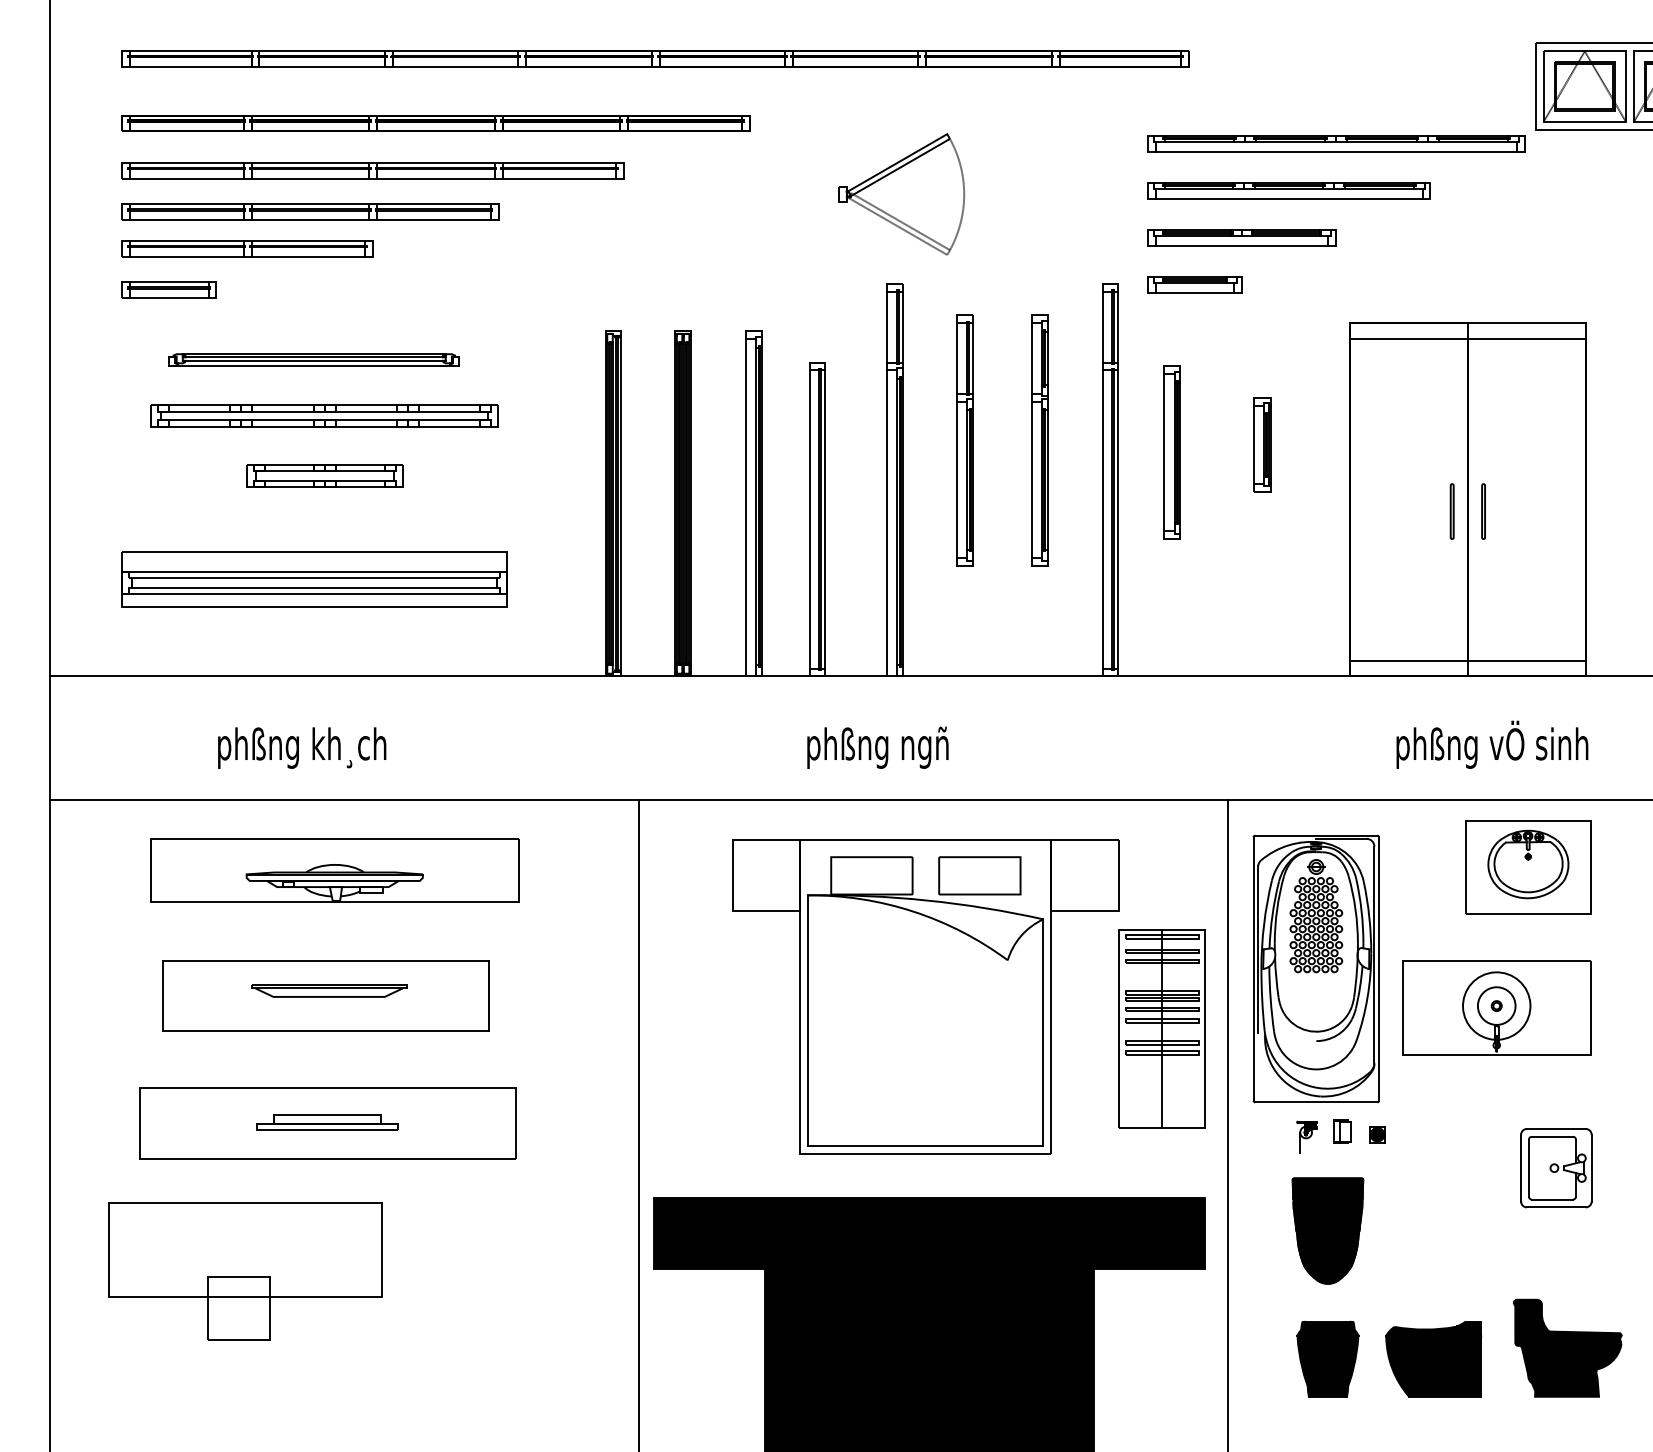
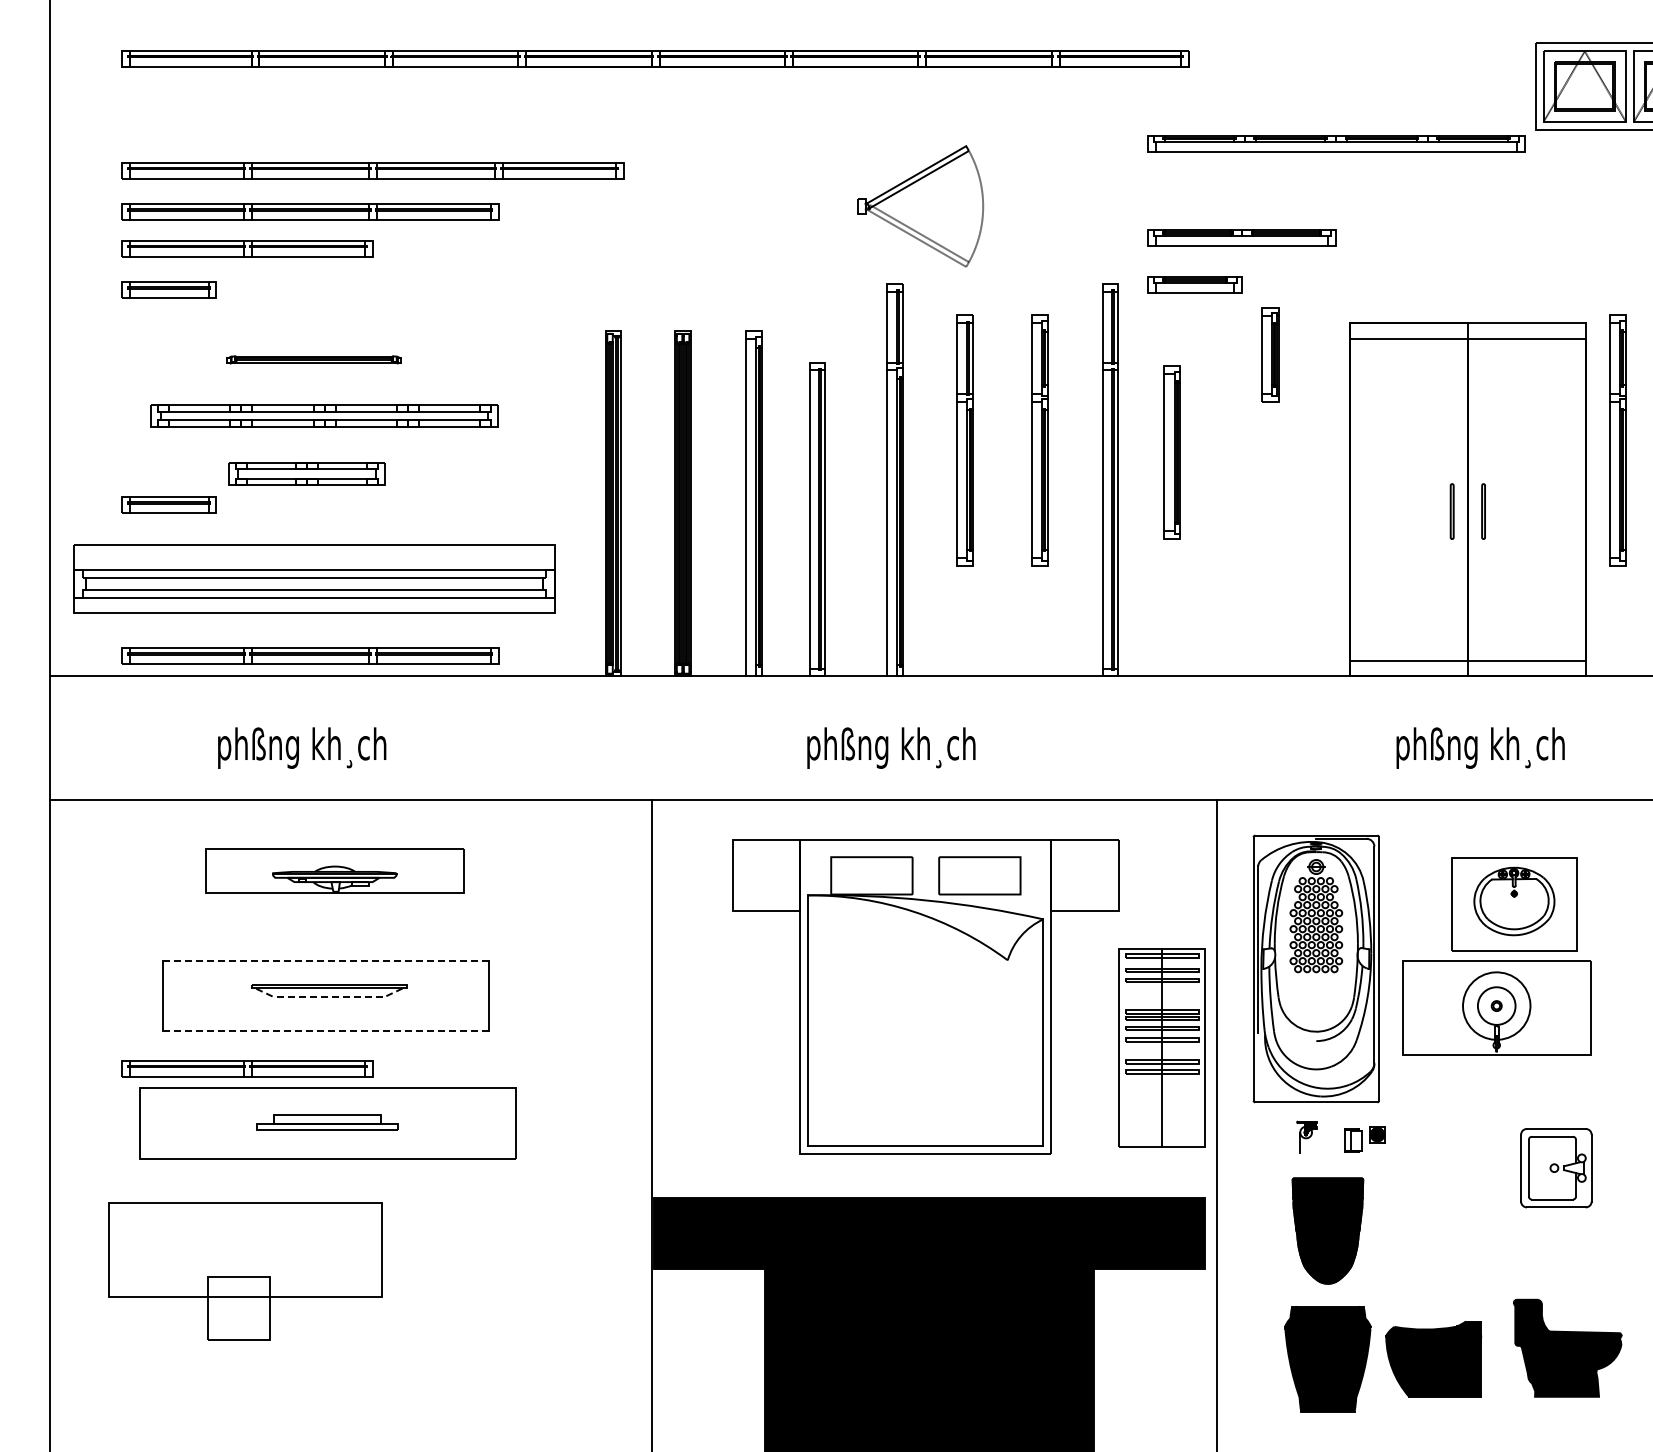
part at (435, 123): present -> none
part at (1288, 190): present -> none
part at (901, 194) position: (901, 194) -> (920, 206)
part at (313, 359) size: 292x14 px -> 176x10 px
part at (1617, 440): none -> present
part at (1262, 444) position: (1262, 444) -> (1270, 354)
part at (324, 475) position: (324, 475) -> (306, 473)
part at (168, 504): none -> present
part at (314, 579) size: 387x57 px -> 483x70 px
part at (310, 655): none -> present
text at (1538, 744): phßng vÖ sinh -> phßng kh¸ch
text at (938, 747): phßng ngñ -> phßng kh¸ch
part at (1528, 867) position: (1528, 867) -> (1514, 904)
part at (334, 870) size: 370x65 px -> 260x46 px
line at (326, 960): solid -> dashed
line at (329, 996): solid -> dashed
part at (1161, 1028) position: (1161, 1028) -> (1161, 1047)
line at (326, 1031): solid -> dashed
part at (247, 1068): none -> present
line at (638, 1124) position: (638, 1124) -> (651, 1124)
line at (1228, 1124) position: (1228, 1124) -> (1217, 1124)
part at (1342, 1131) position: (1342, 1131) -> (1353, 1140)
part at (1327, 1358) size: 64x78 px -> 88x107 px
